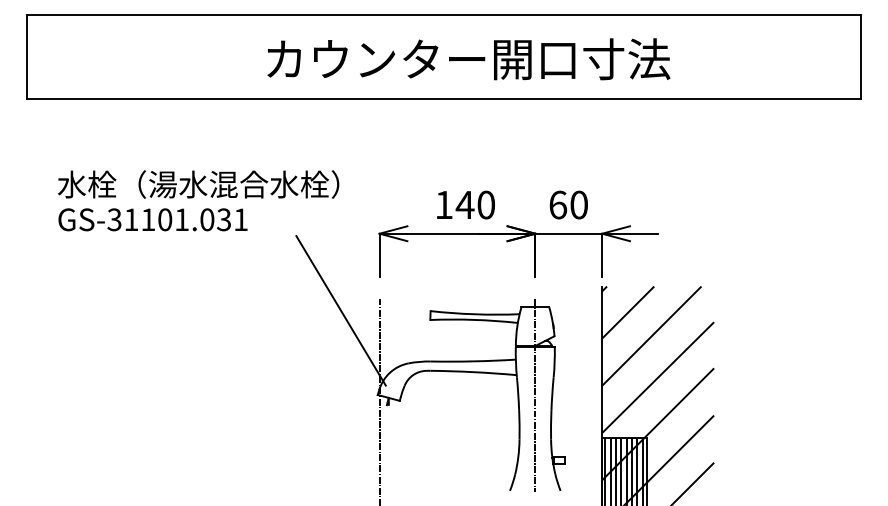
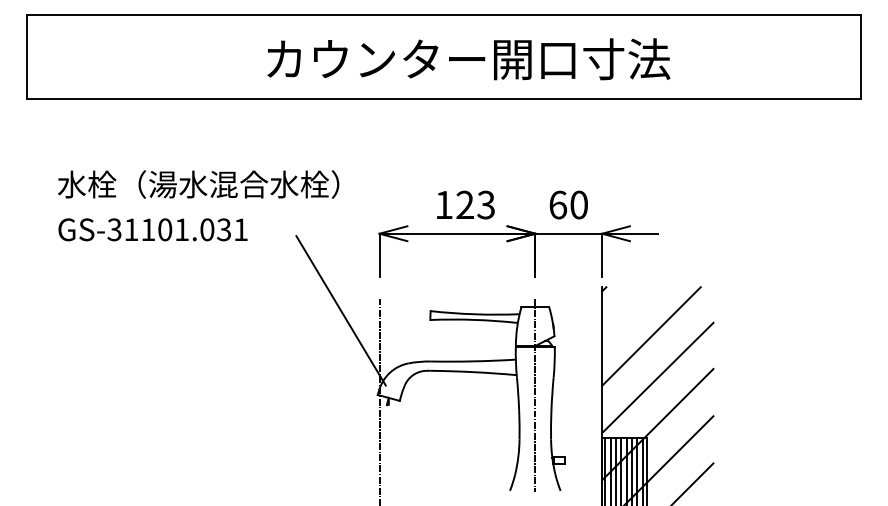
text at (474, 204): 140 -> 123
text at (152, 219) position: (152, 219) -> (152, 229)
line at (627, 312): present -> none
